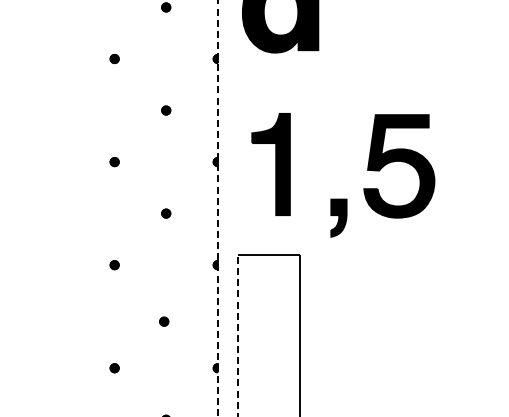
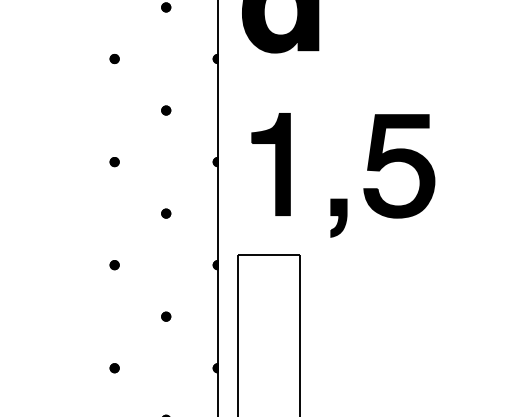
line at (217, 207): dashed -> solid
part at (164, 321) position: (164, 321) -> (166, 316)
line at (238, 335): dashed -> solid
